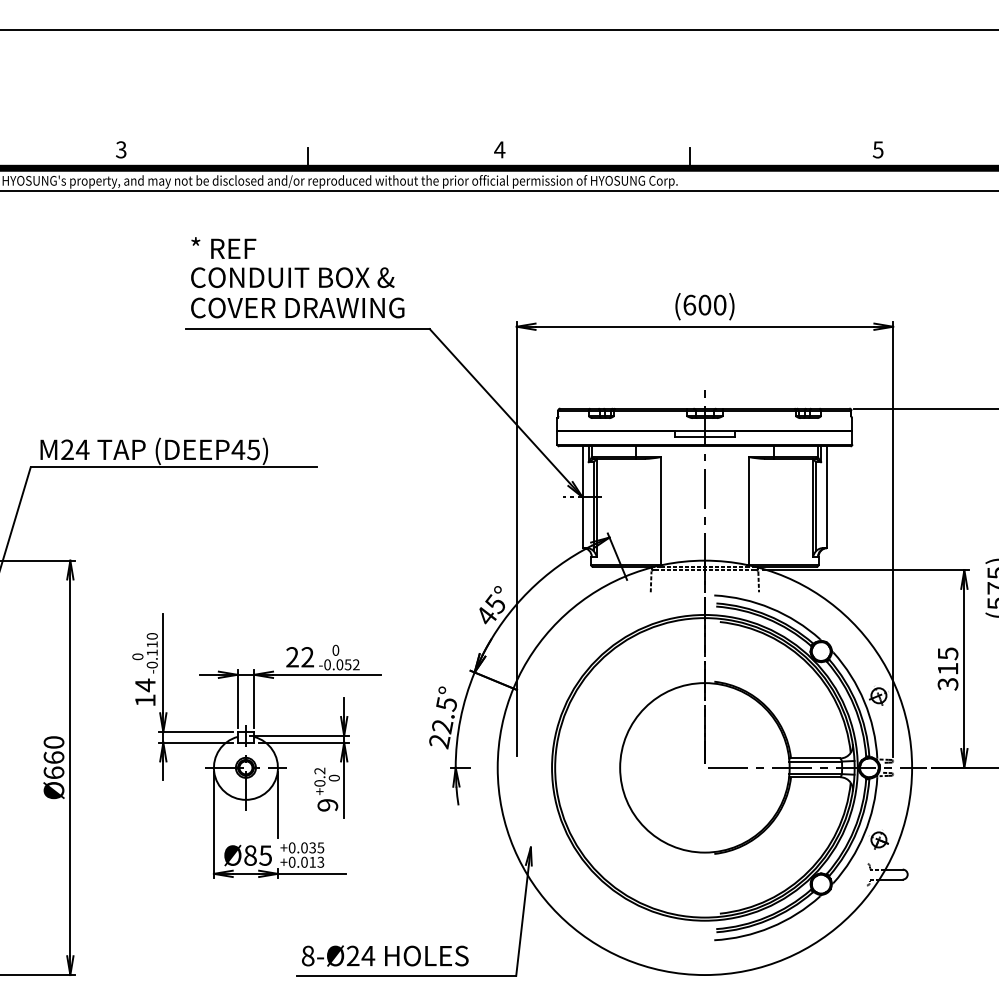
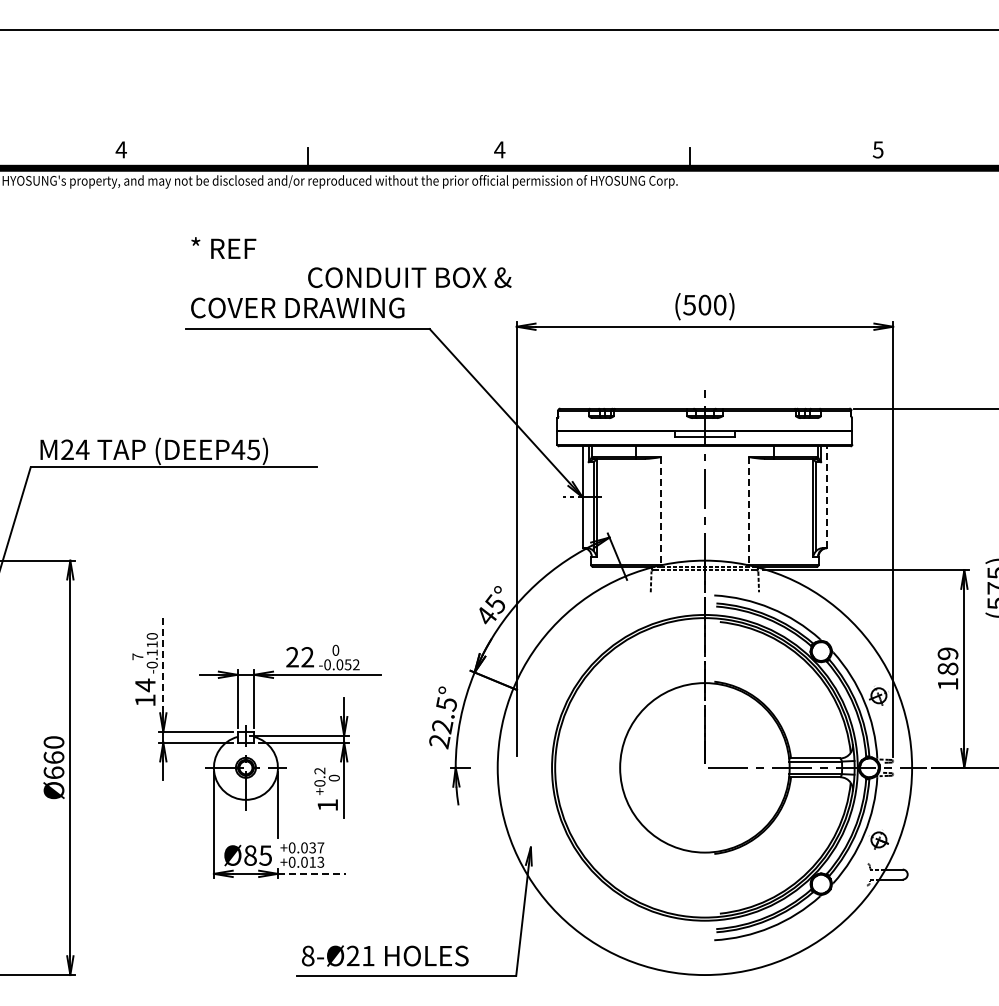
text at (120, 149): 3 -> 4
line at (498, 190): present -> none
text at (292, 277) position: (292, 277) -> (409, 277)
text at (689, 304): (600) -> (500)
line at (826, 497): solid -> dashed
line at (660, 511): solid -> dashed
line at (748, 511): solid -> dashed
text at (137, 656): 0 -> 7
line at (163, 663): solid -> dashed
text at (947, 668): 315 -> 189
text at (327, 805): 9 -> 1
text at (320, 847): +0.035 -> +0.037
line at (312, 873): solid -> dashed
text at (368, 956): 8-Ø24 -> 8-Ø21
